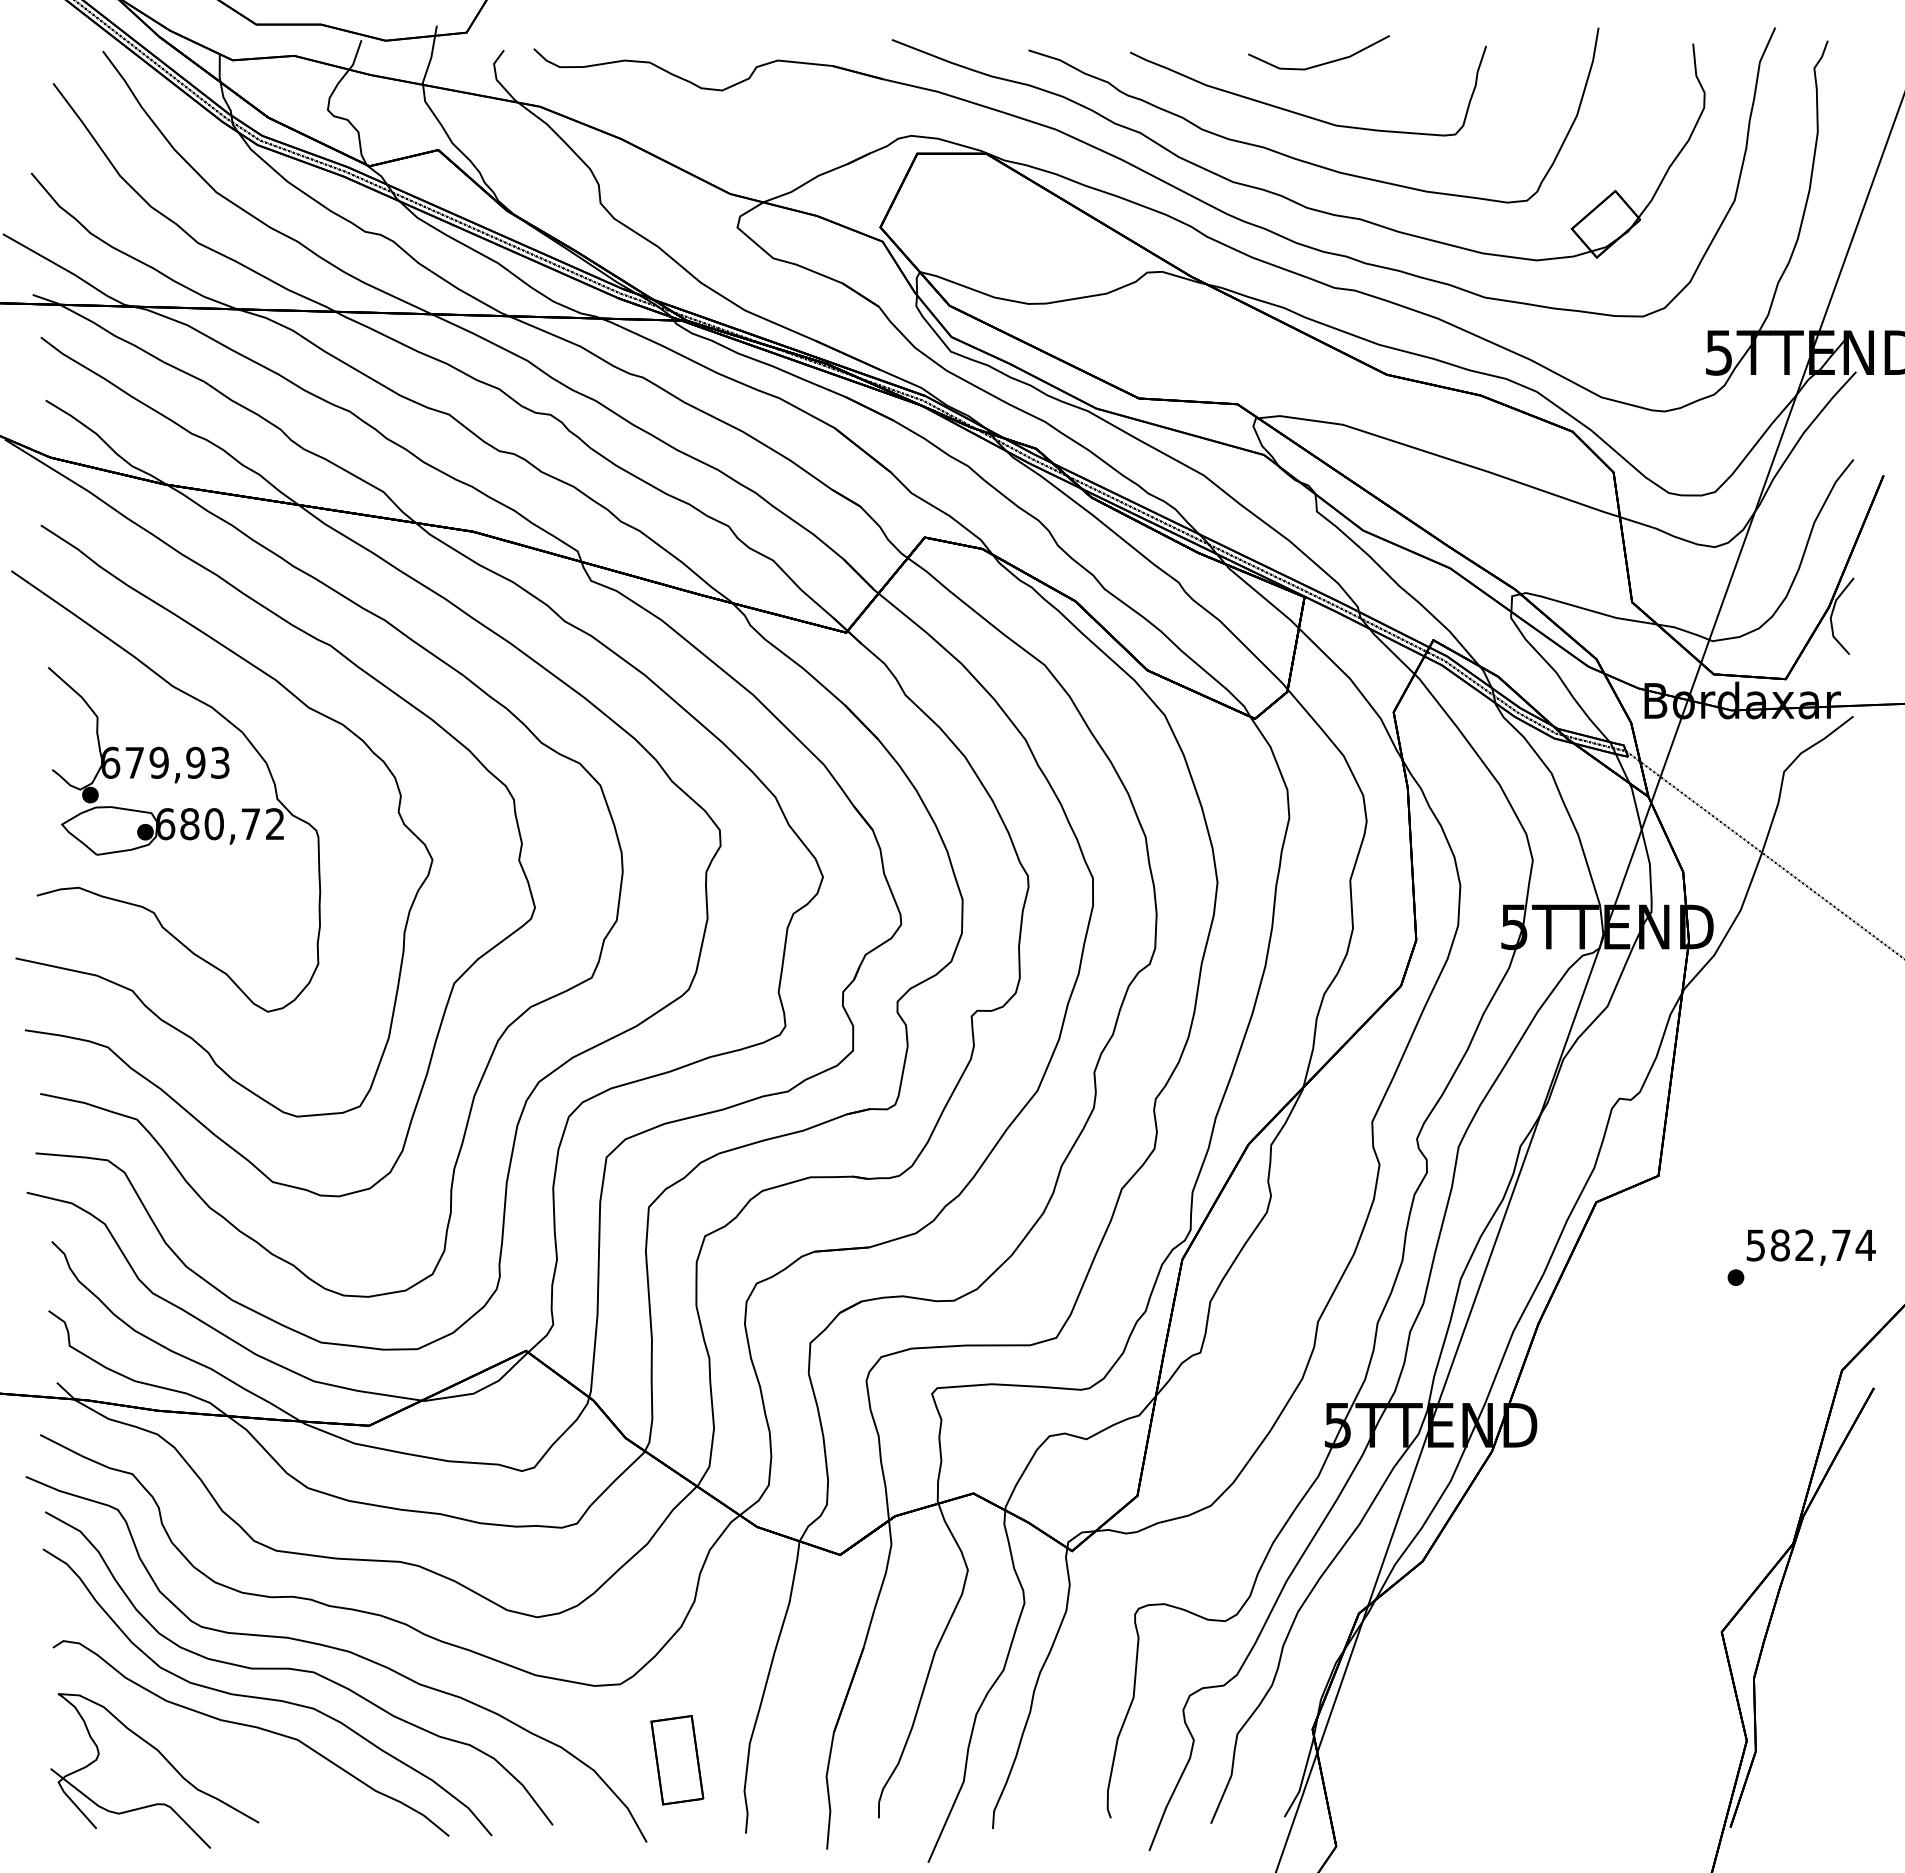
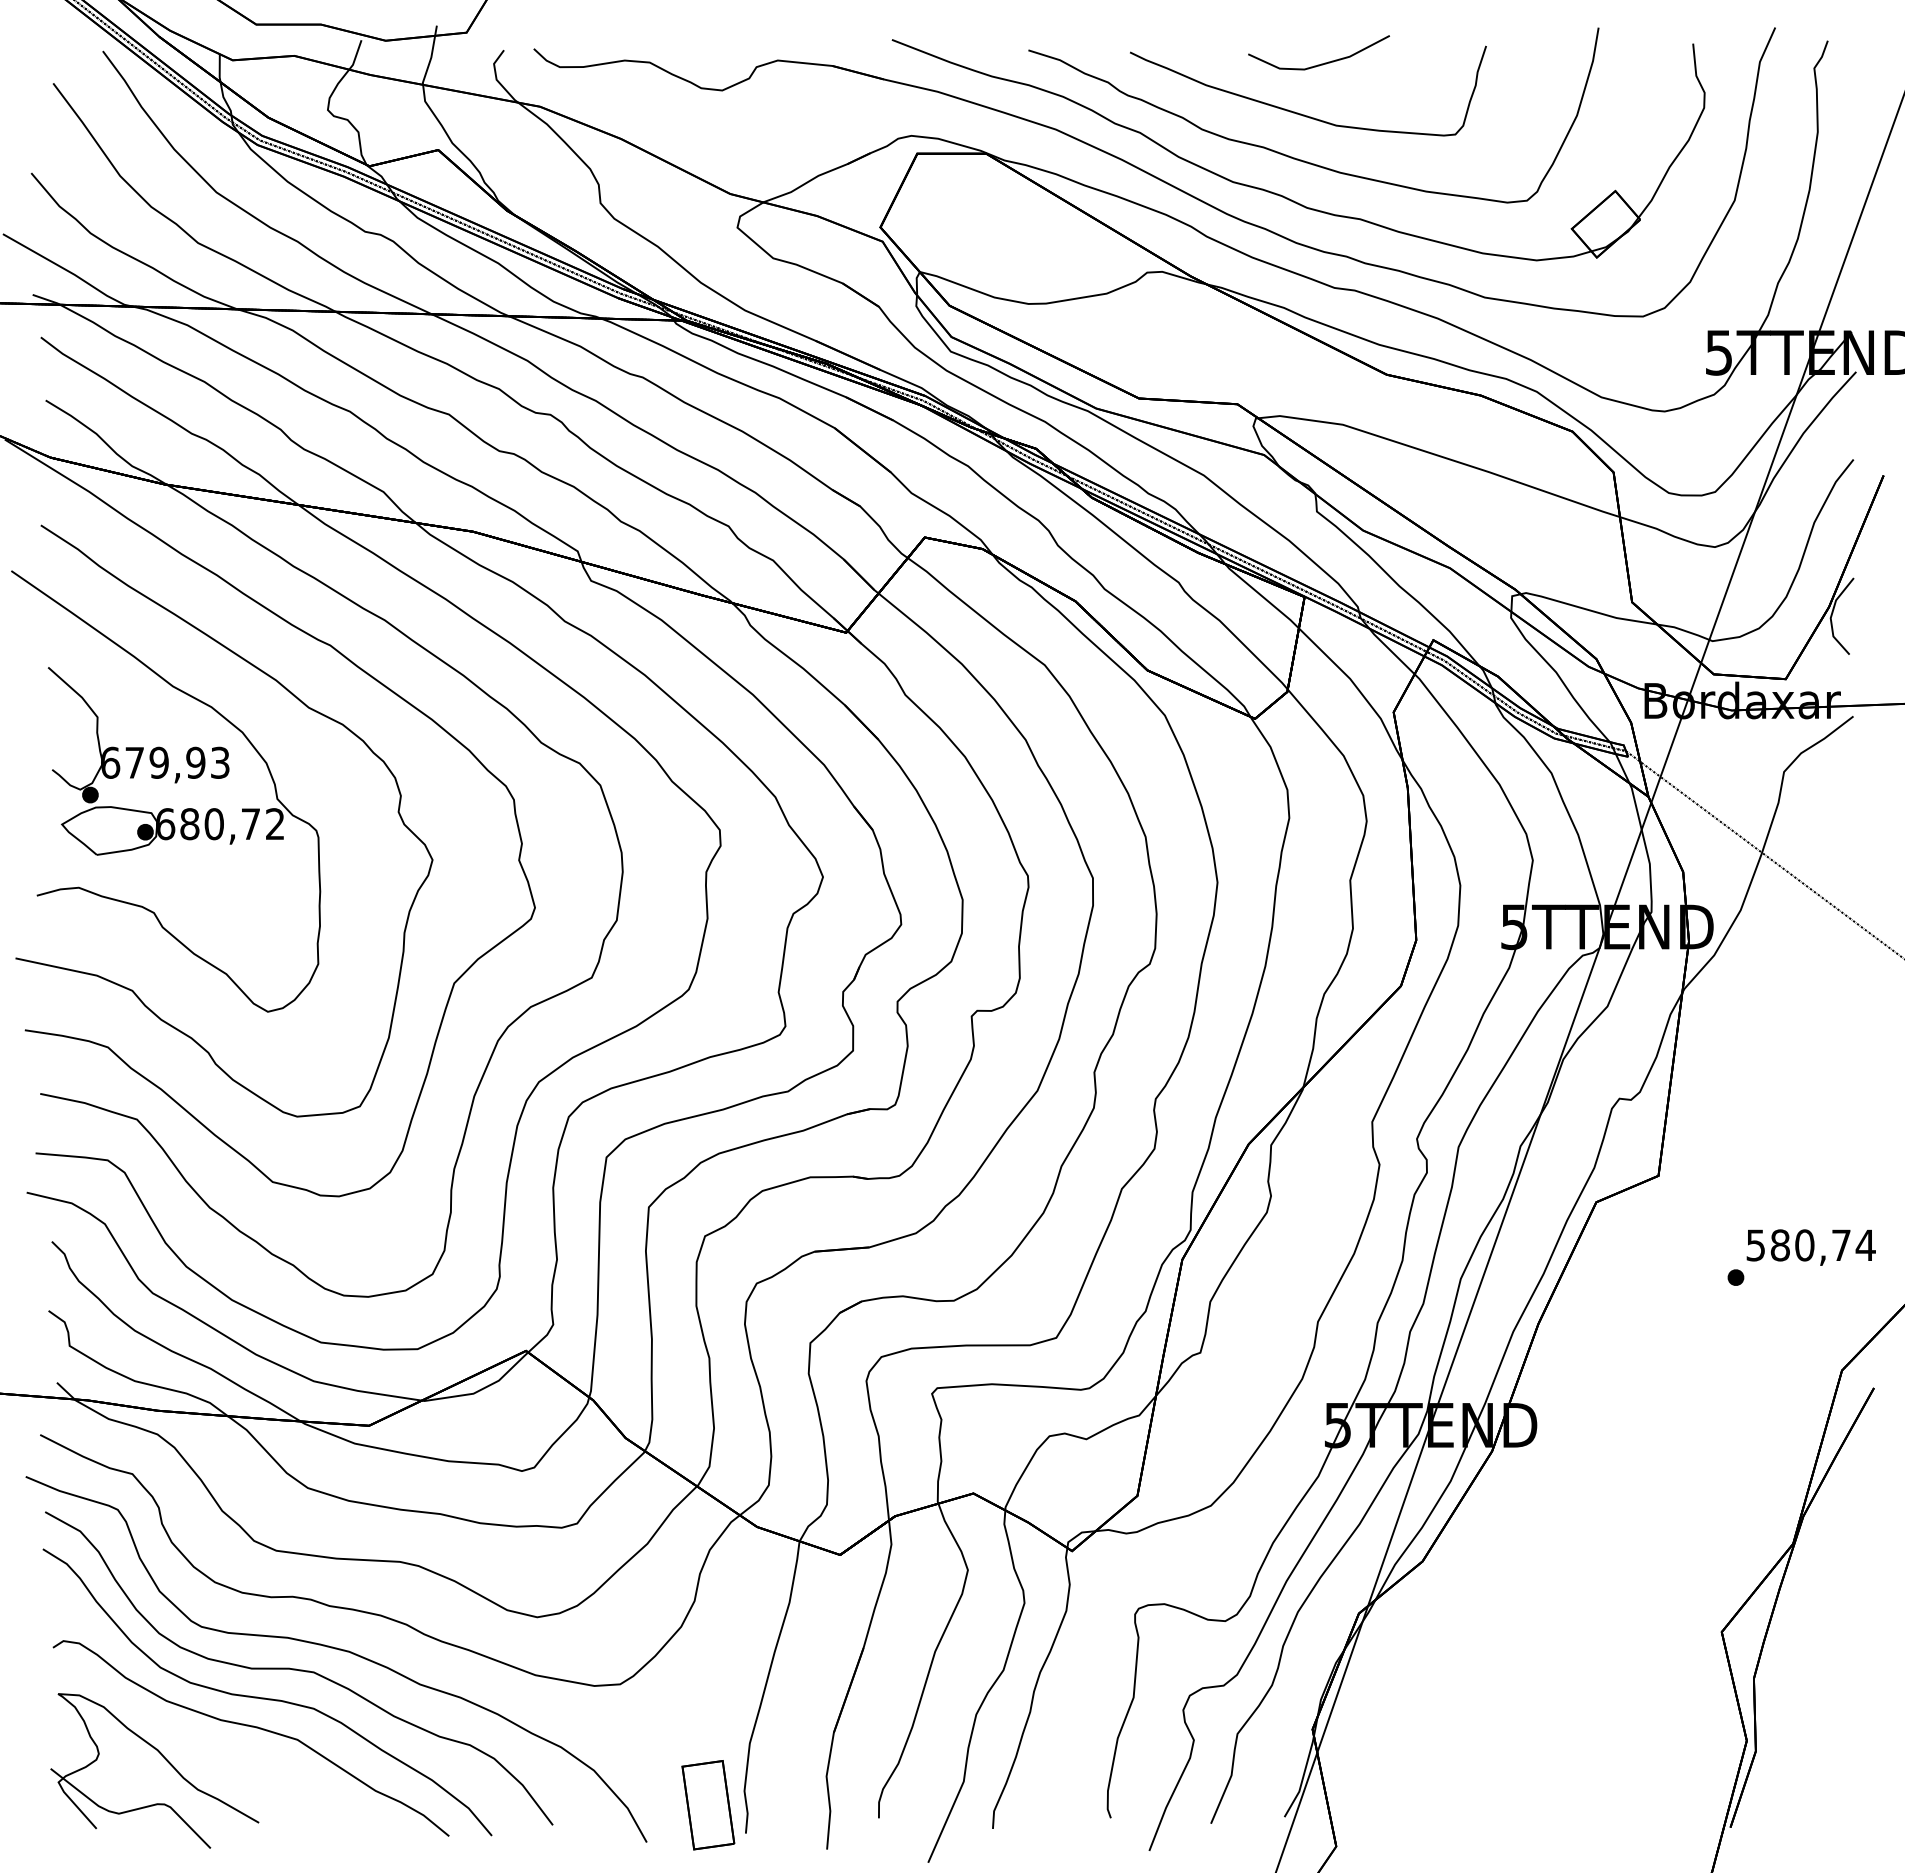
text at (1804, 1245): 582,74 -> 580,74
part at (677, 1760) position: (677, 1760) -> (708, 1805)
